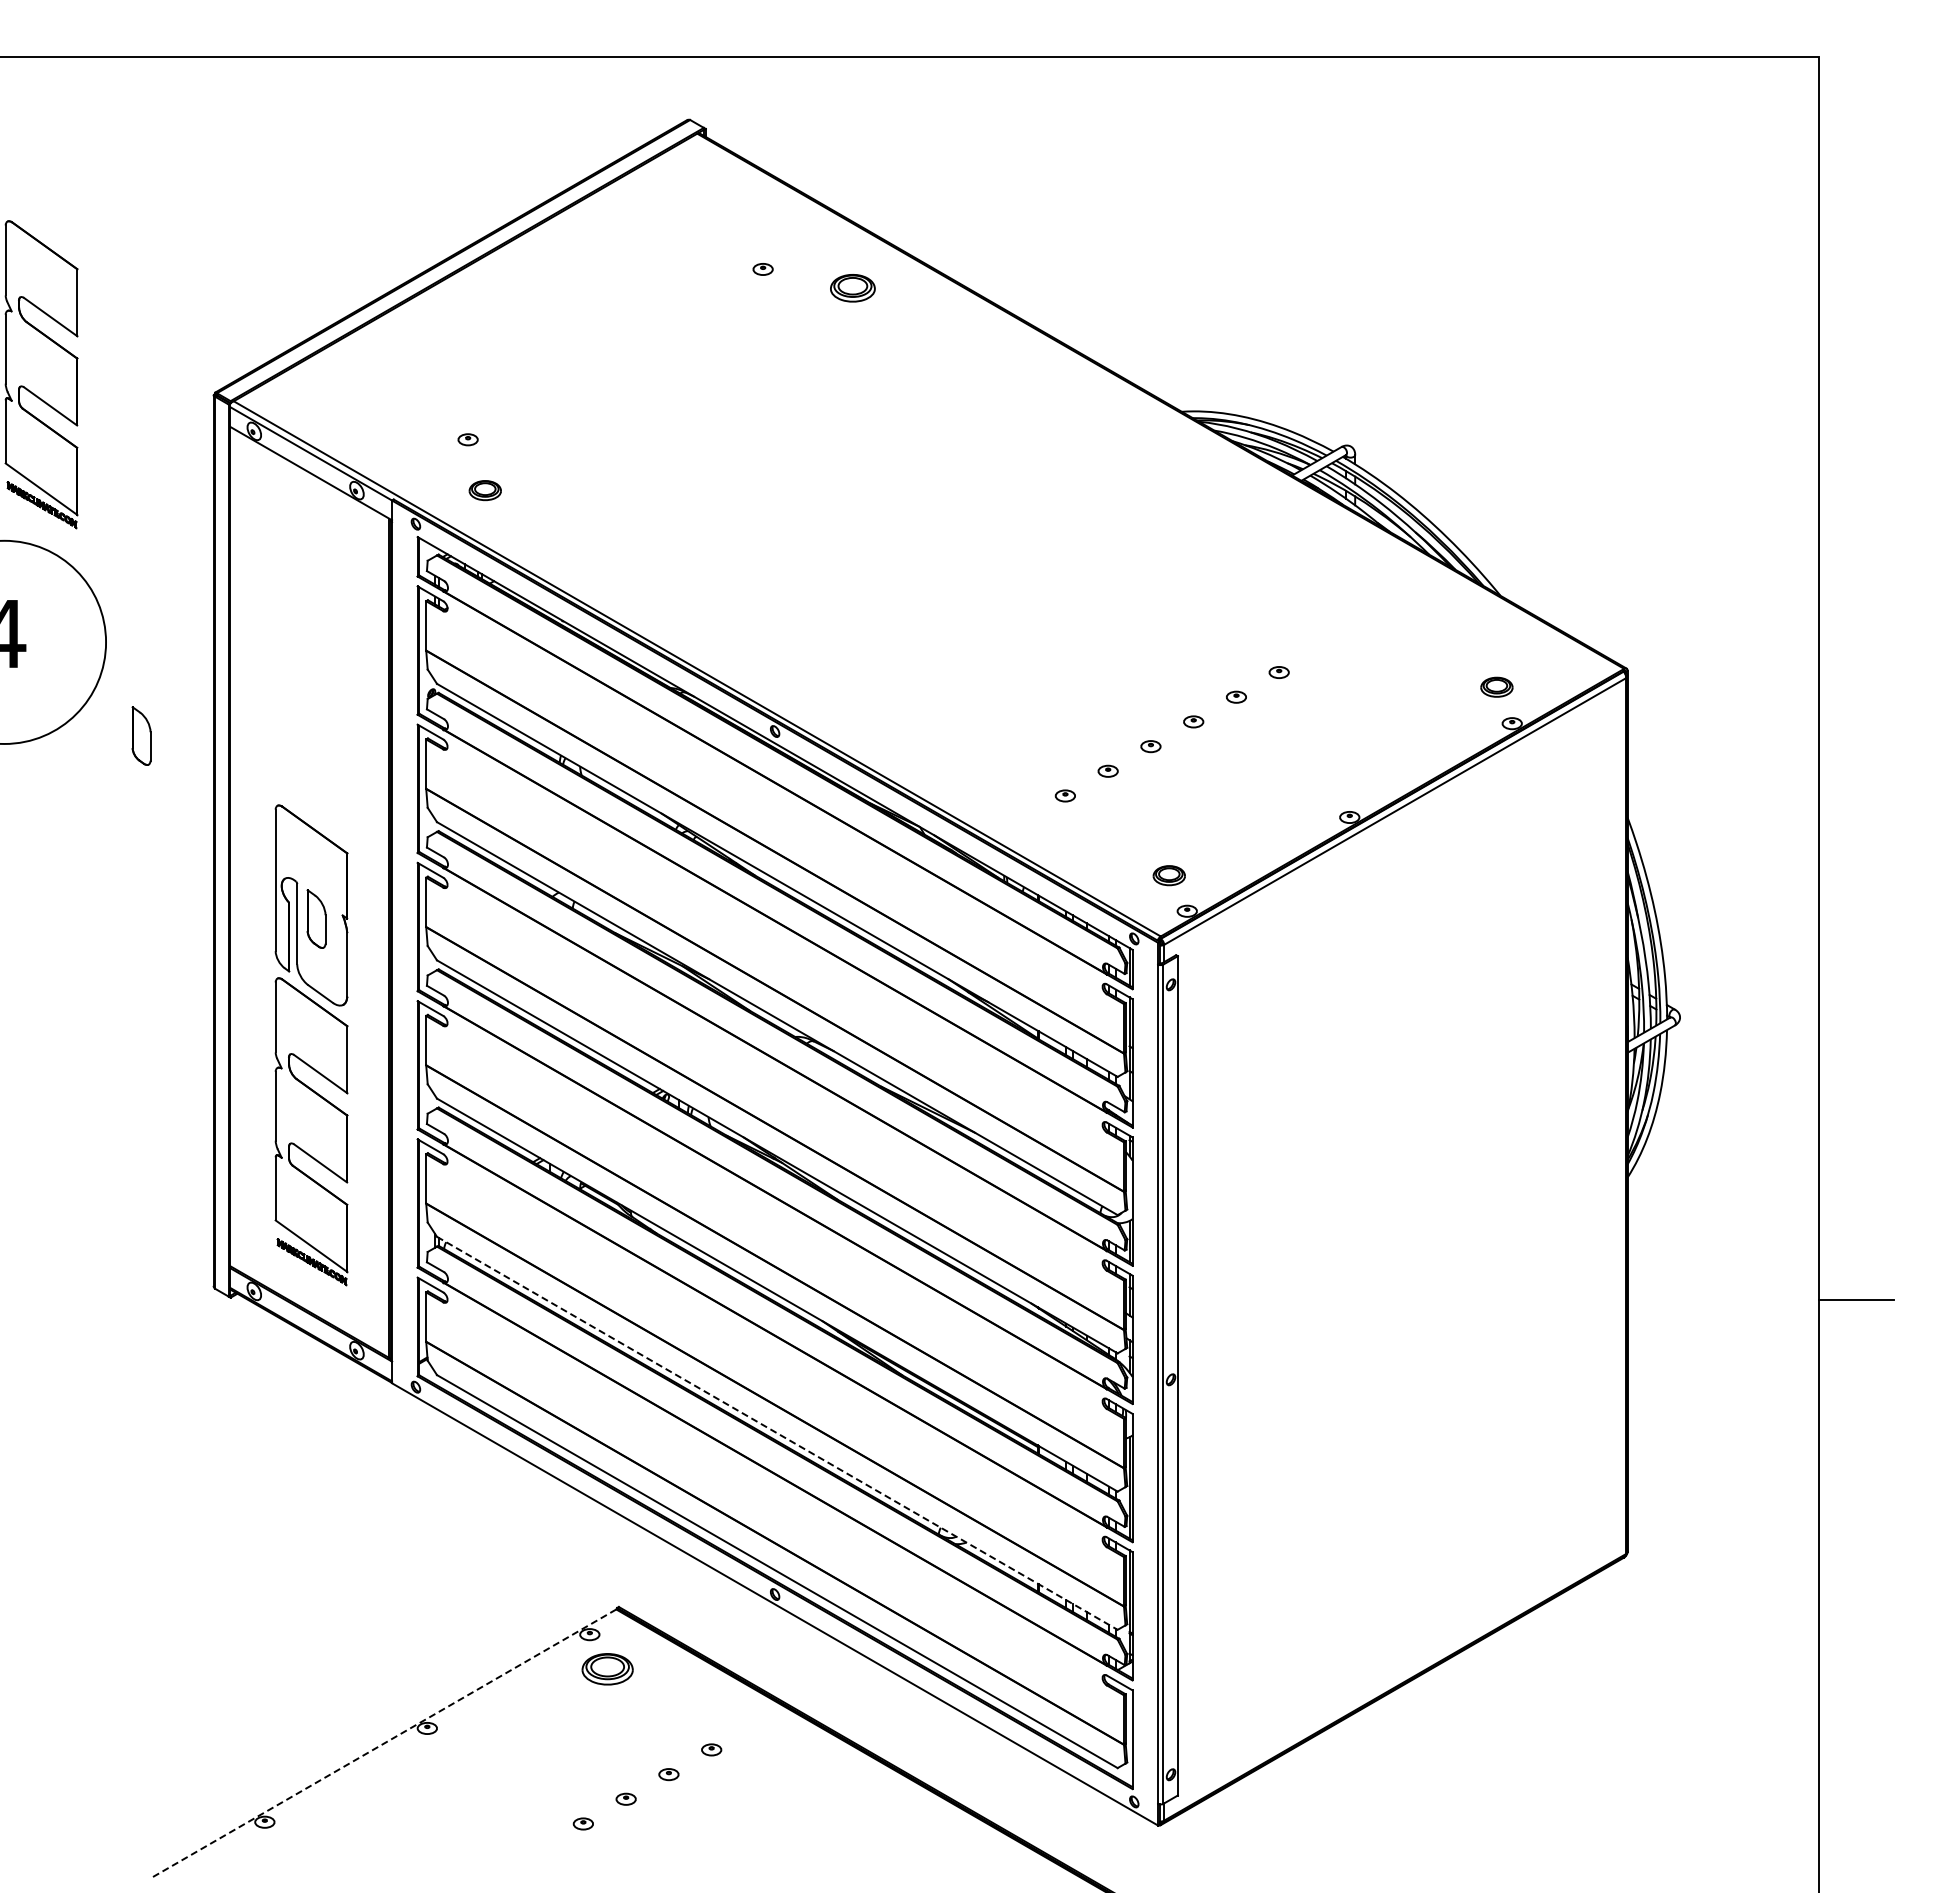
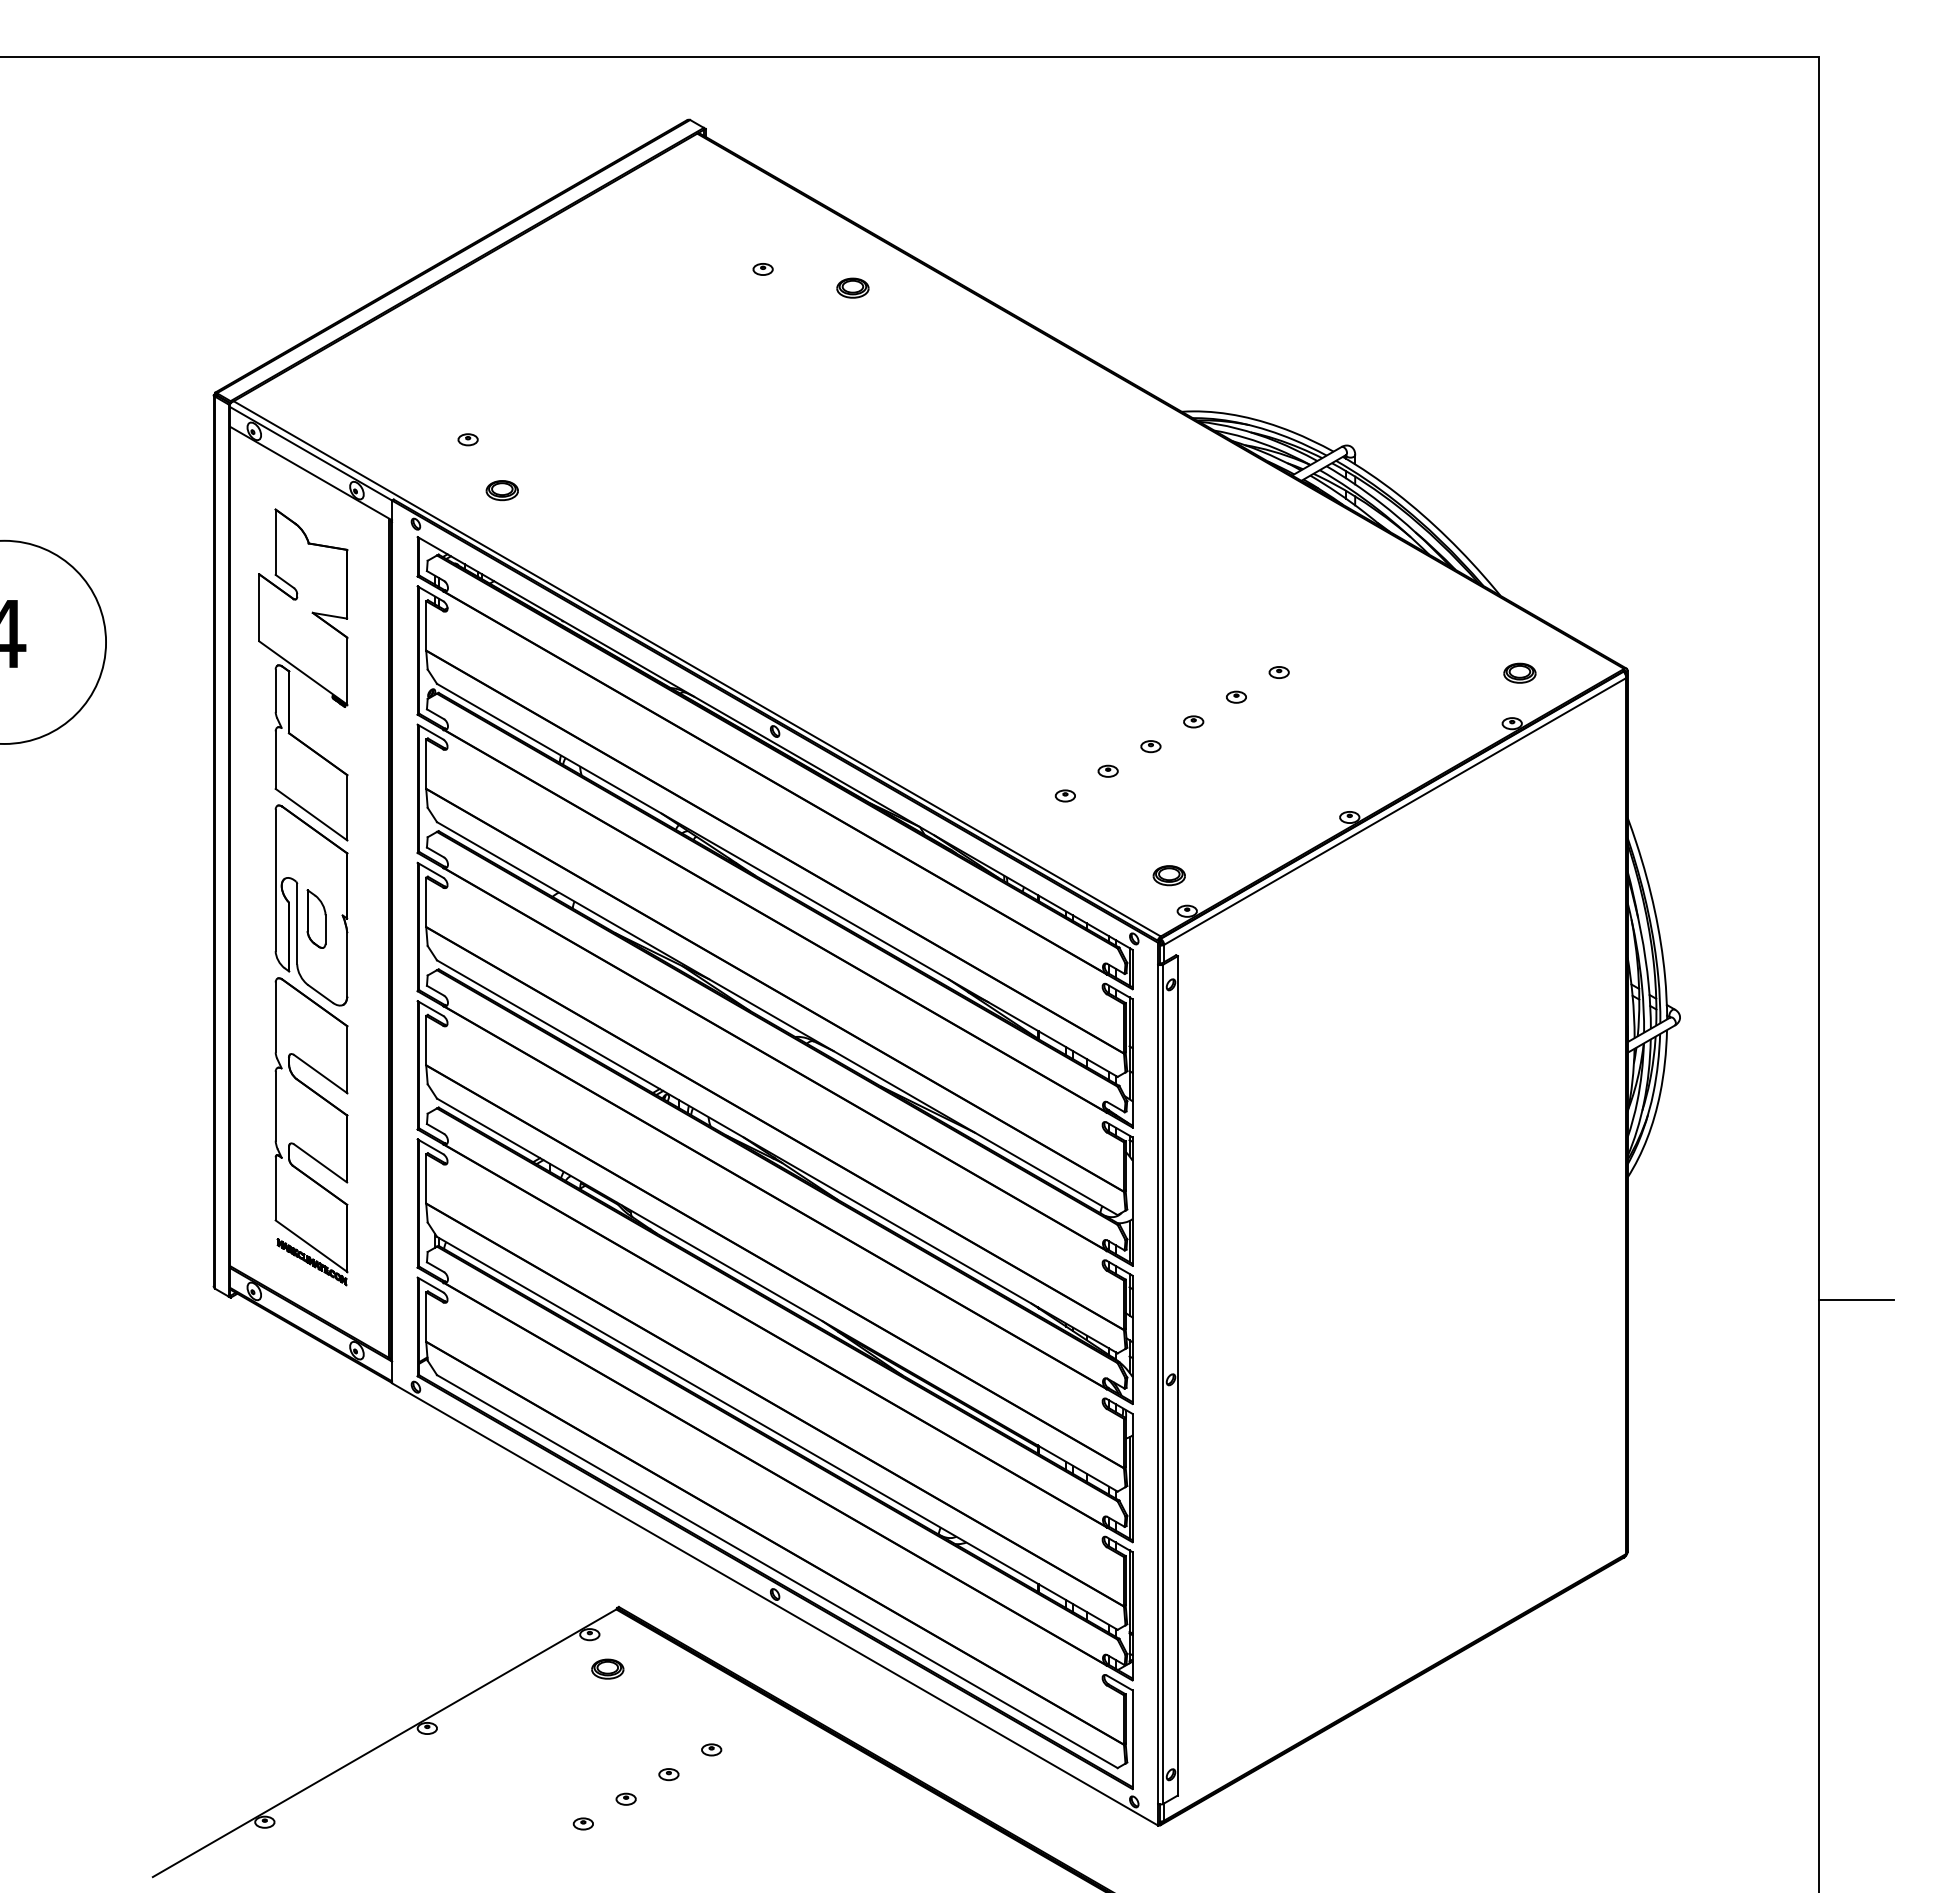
part at (852, 288) size: 46x29 px -> 34x22 px
part at (41, 374): present -> none
part at (484, 490) position: (484, 490) -> (501, 490)
part at (303, 674): none -> present
part at (1496, 686) position: (1496, 686) -> (1519, 672)
part at (141, 735): present -> none
line at (777, 1433): dashed -> solid
part at (607, 1669) size: 53x33 px -> 34x22 px
line at (384, 1743): dashed -> solid
